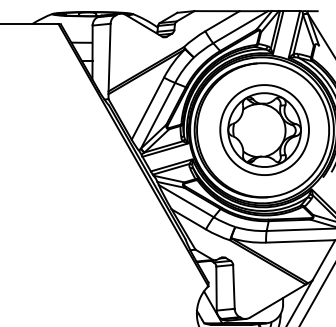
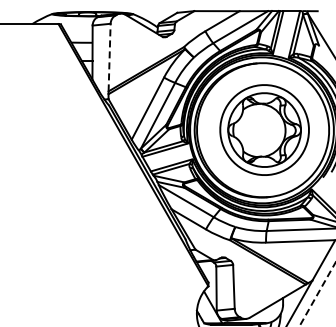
line at (109, 57): solid -> dashed
line at (317, 293): solid -> dashed
